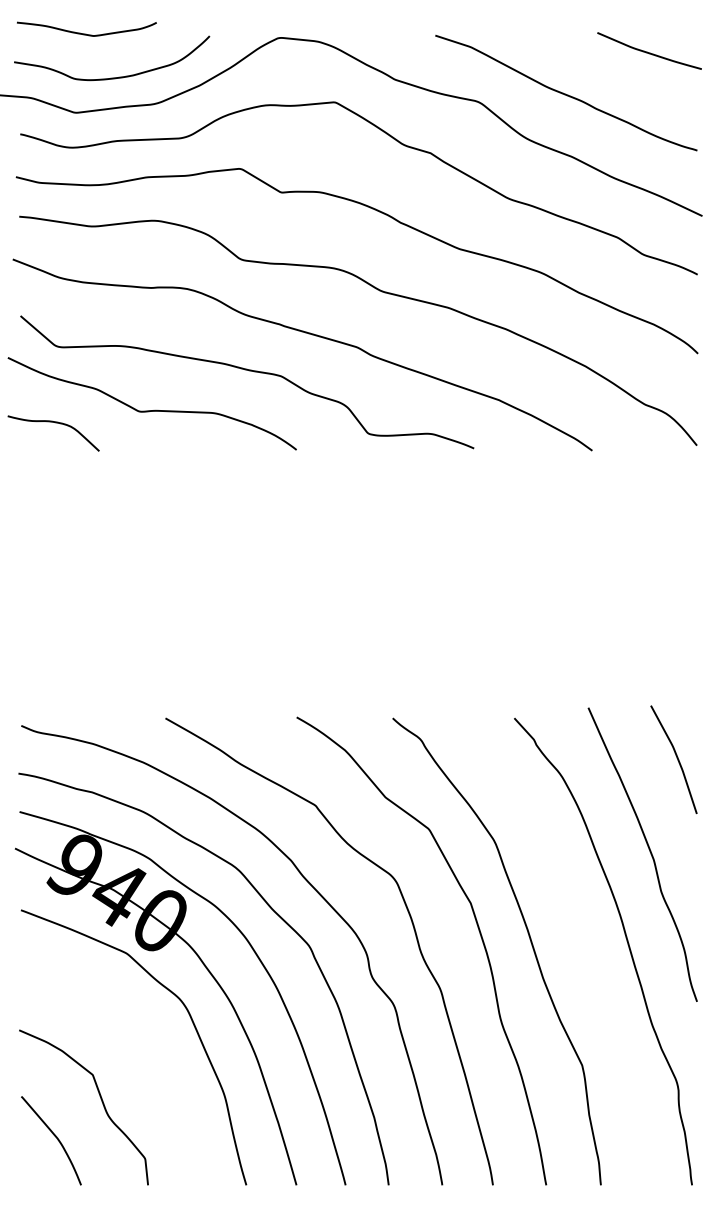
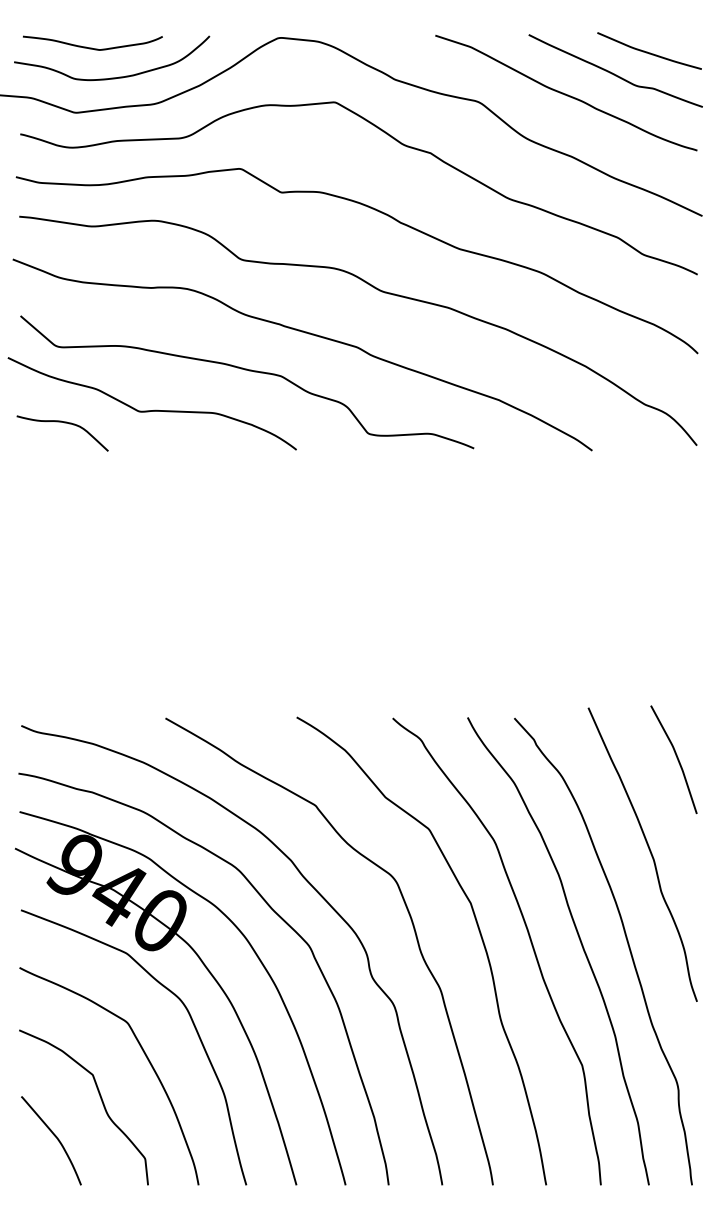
curve at (86, 33) position: (86, 33) -> (92, 47)
curve at (614, 73): none -> present
curve at (55, 423) position: (55, 423) -> (64, 423)
curve at (580, 943): none -> present
curve at (146, 1058): none -> present
